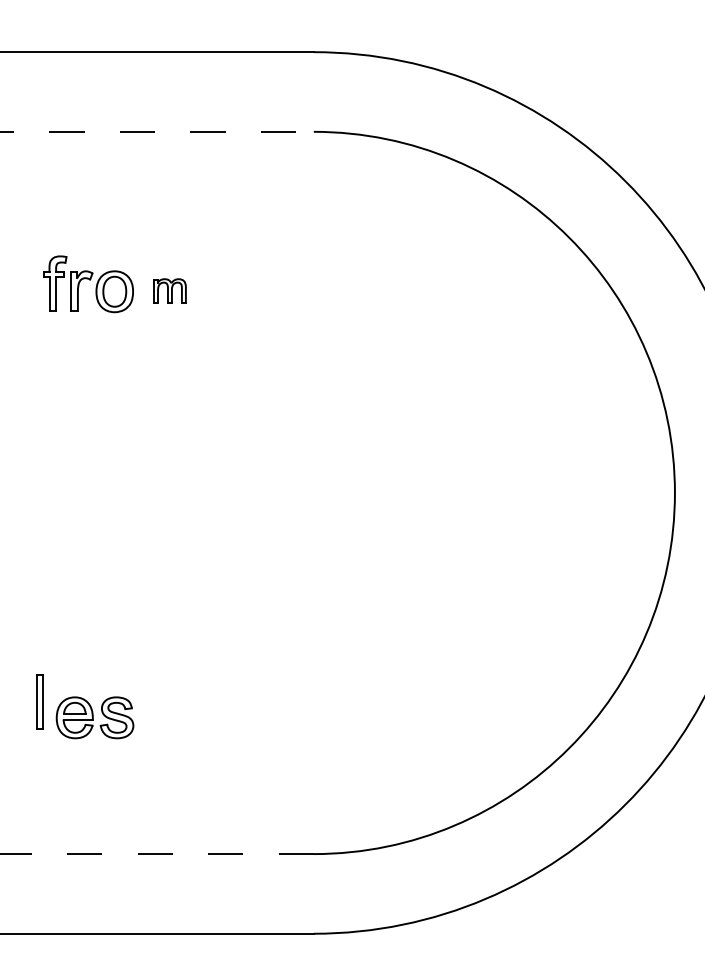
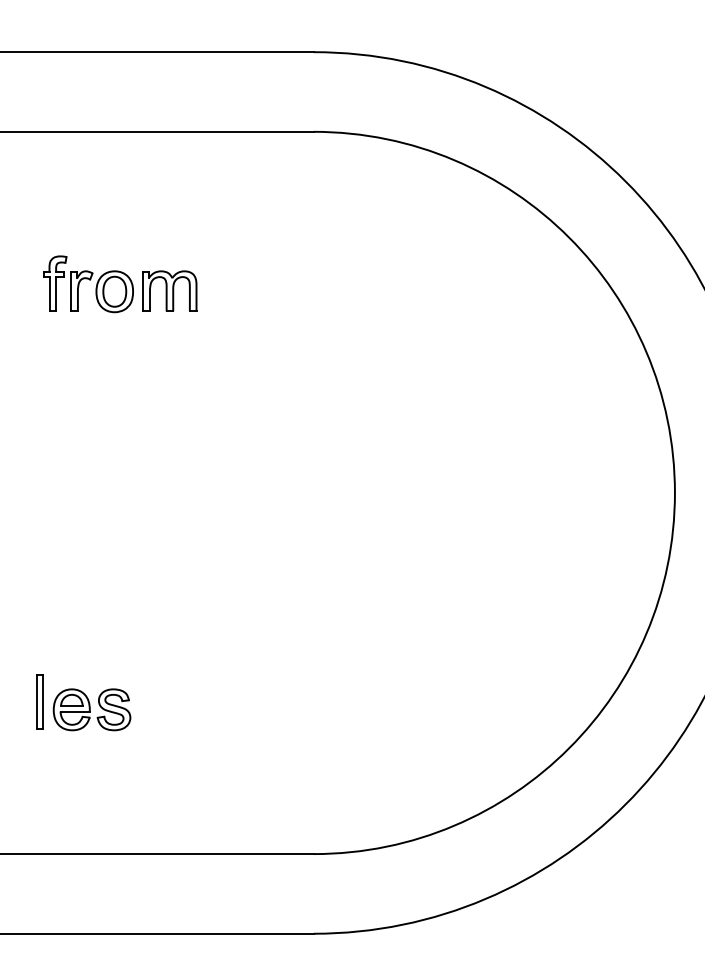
line at (157, 131): dashed -> solid
part at (169, 290) size: 34x26 px -> 56x42 px
part at (94, 717) position: (94, 717) -> (91, 709)
line at (156, 854): dashed -> solid
